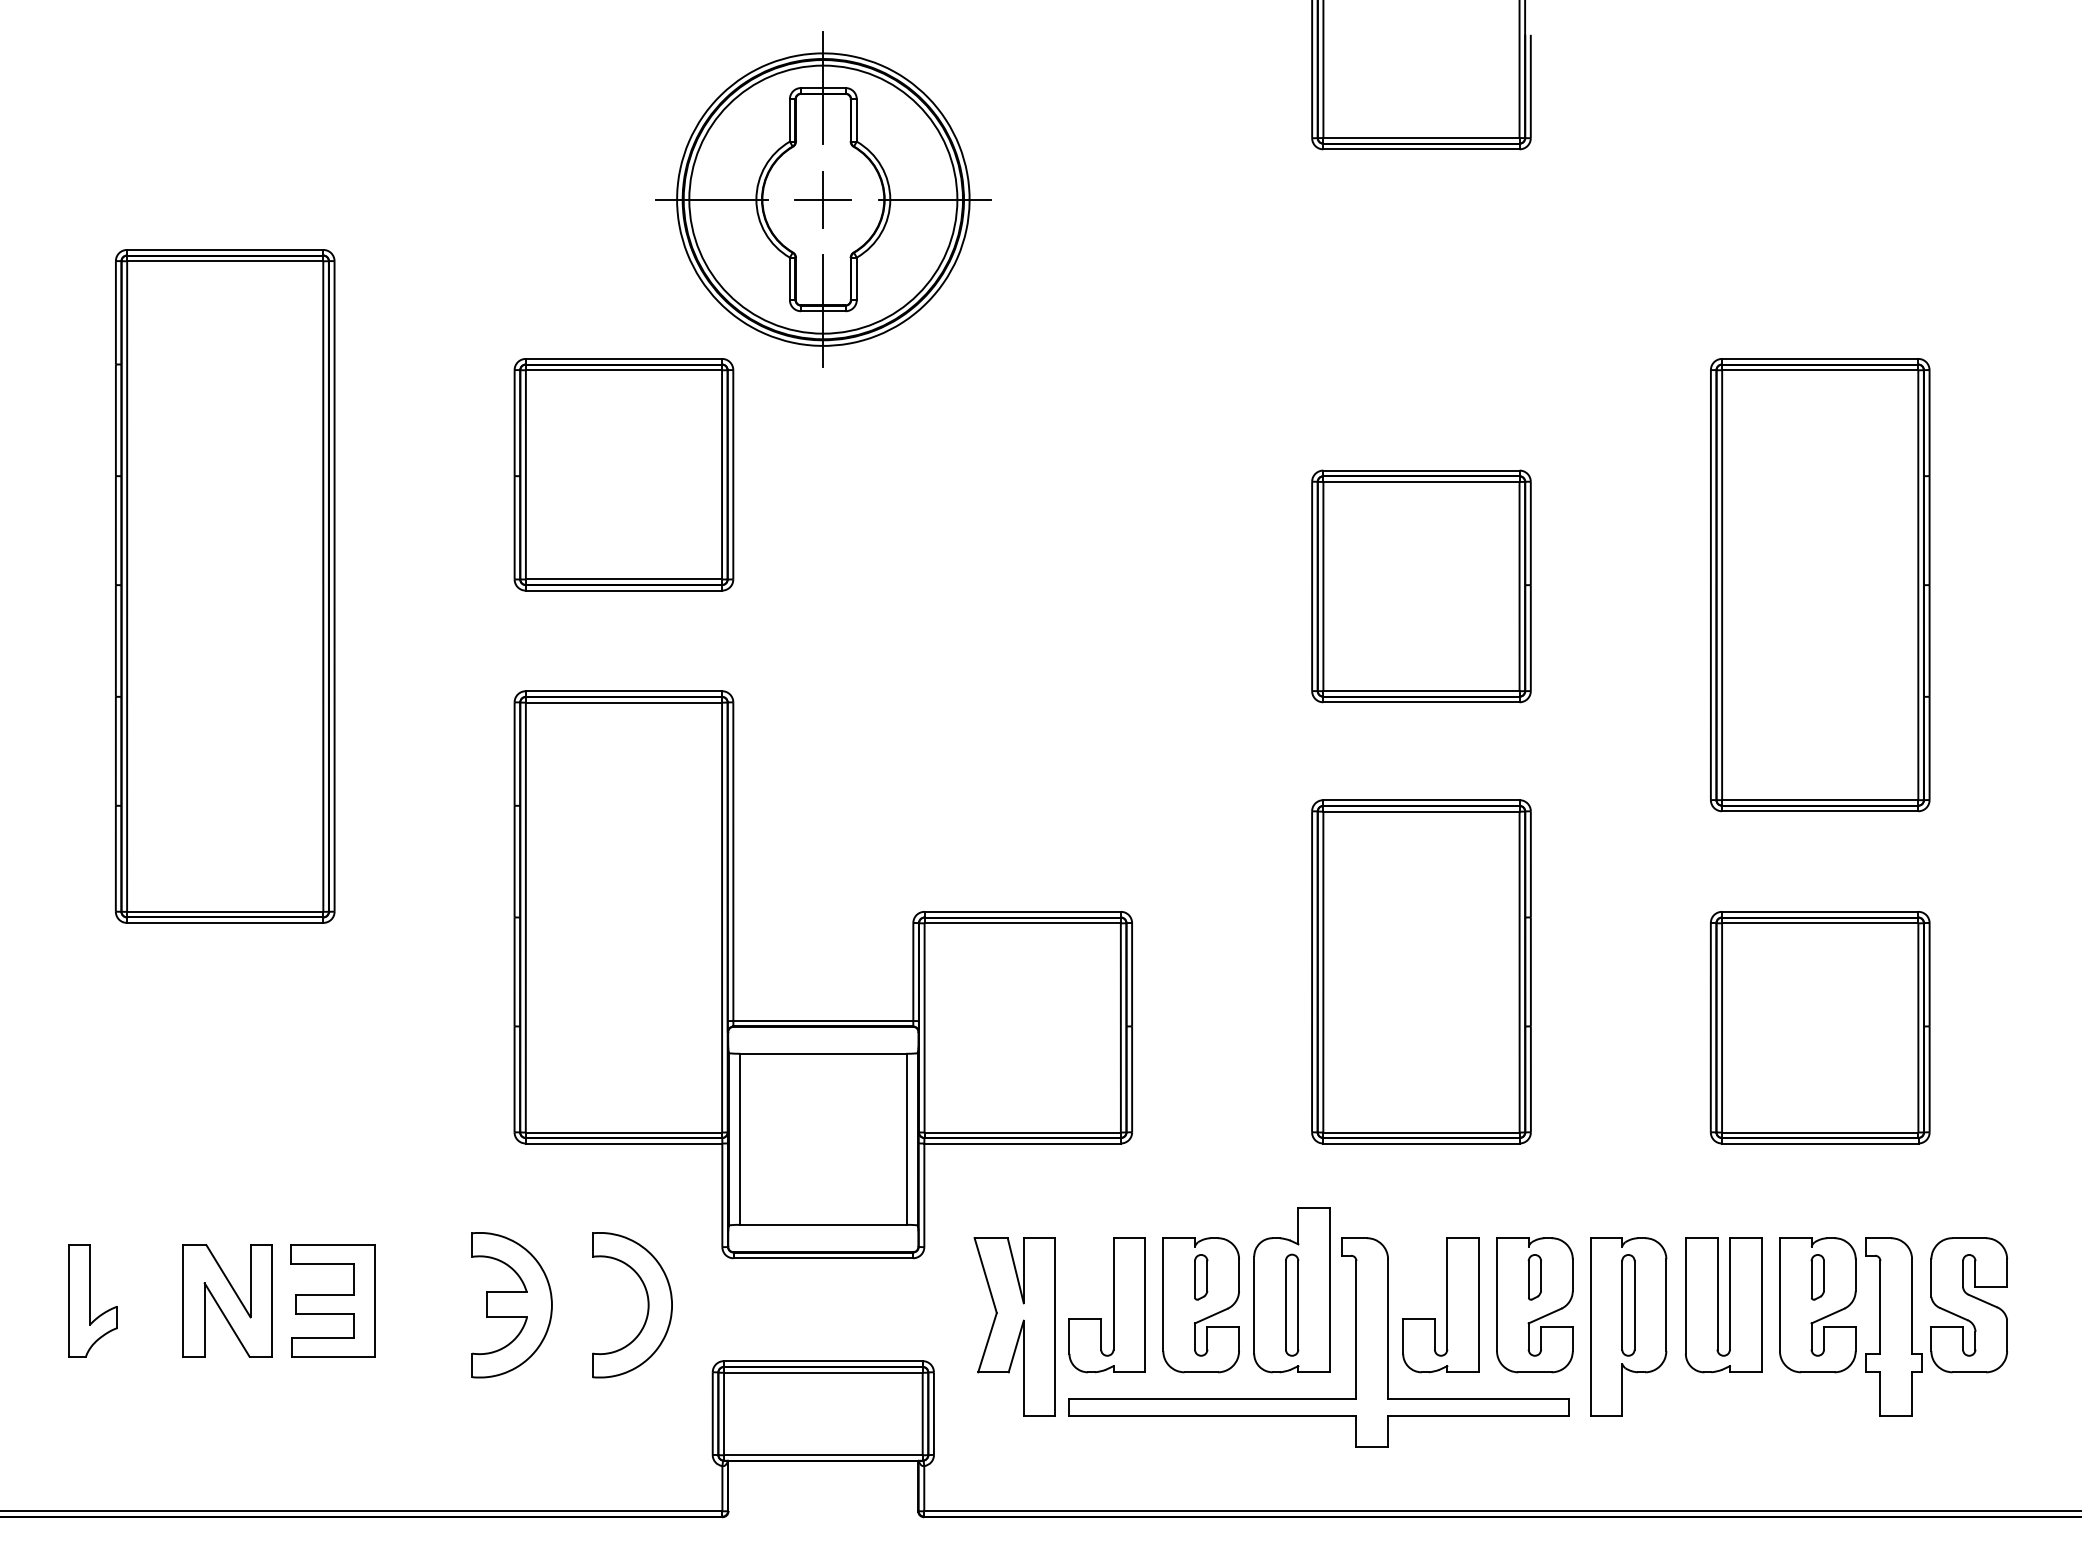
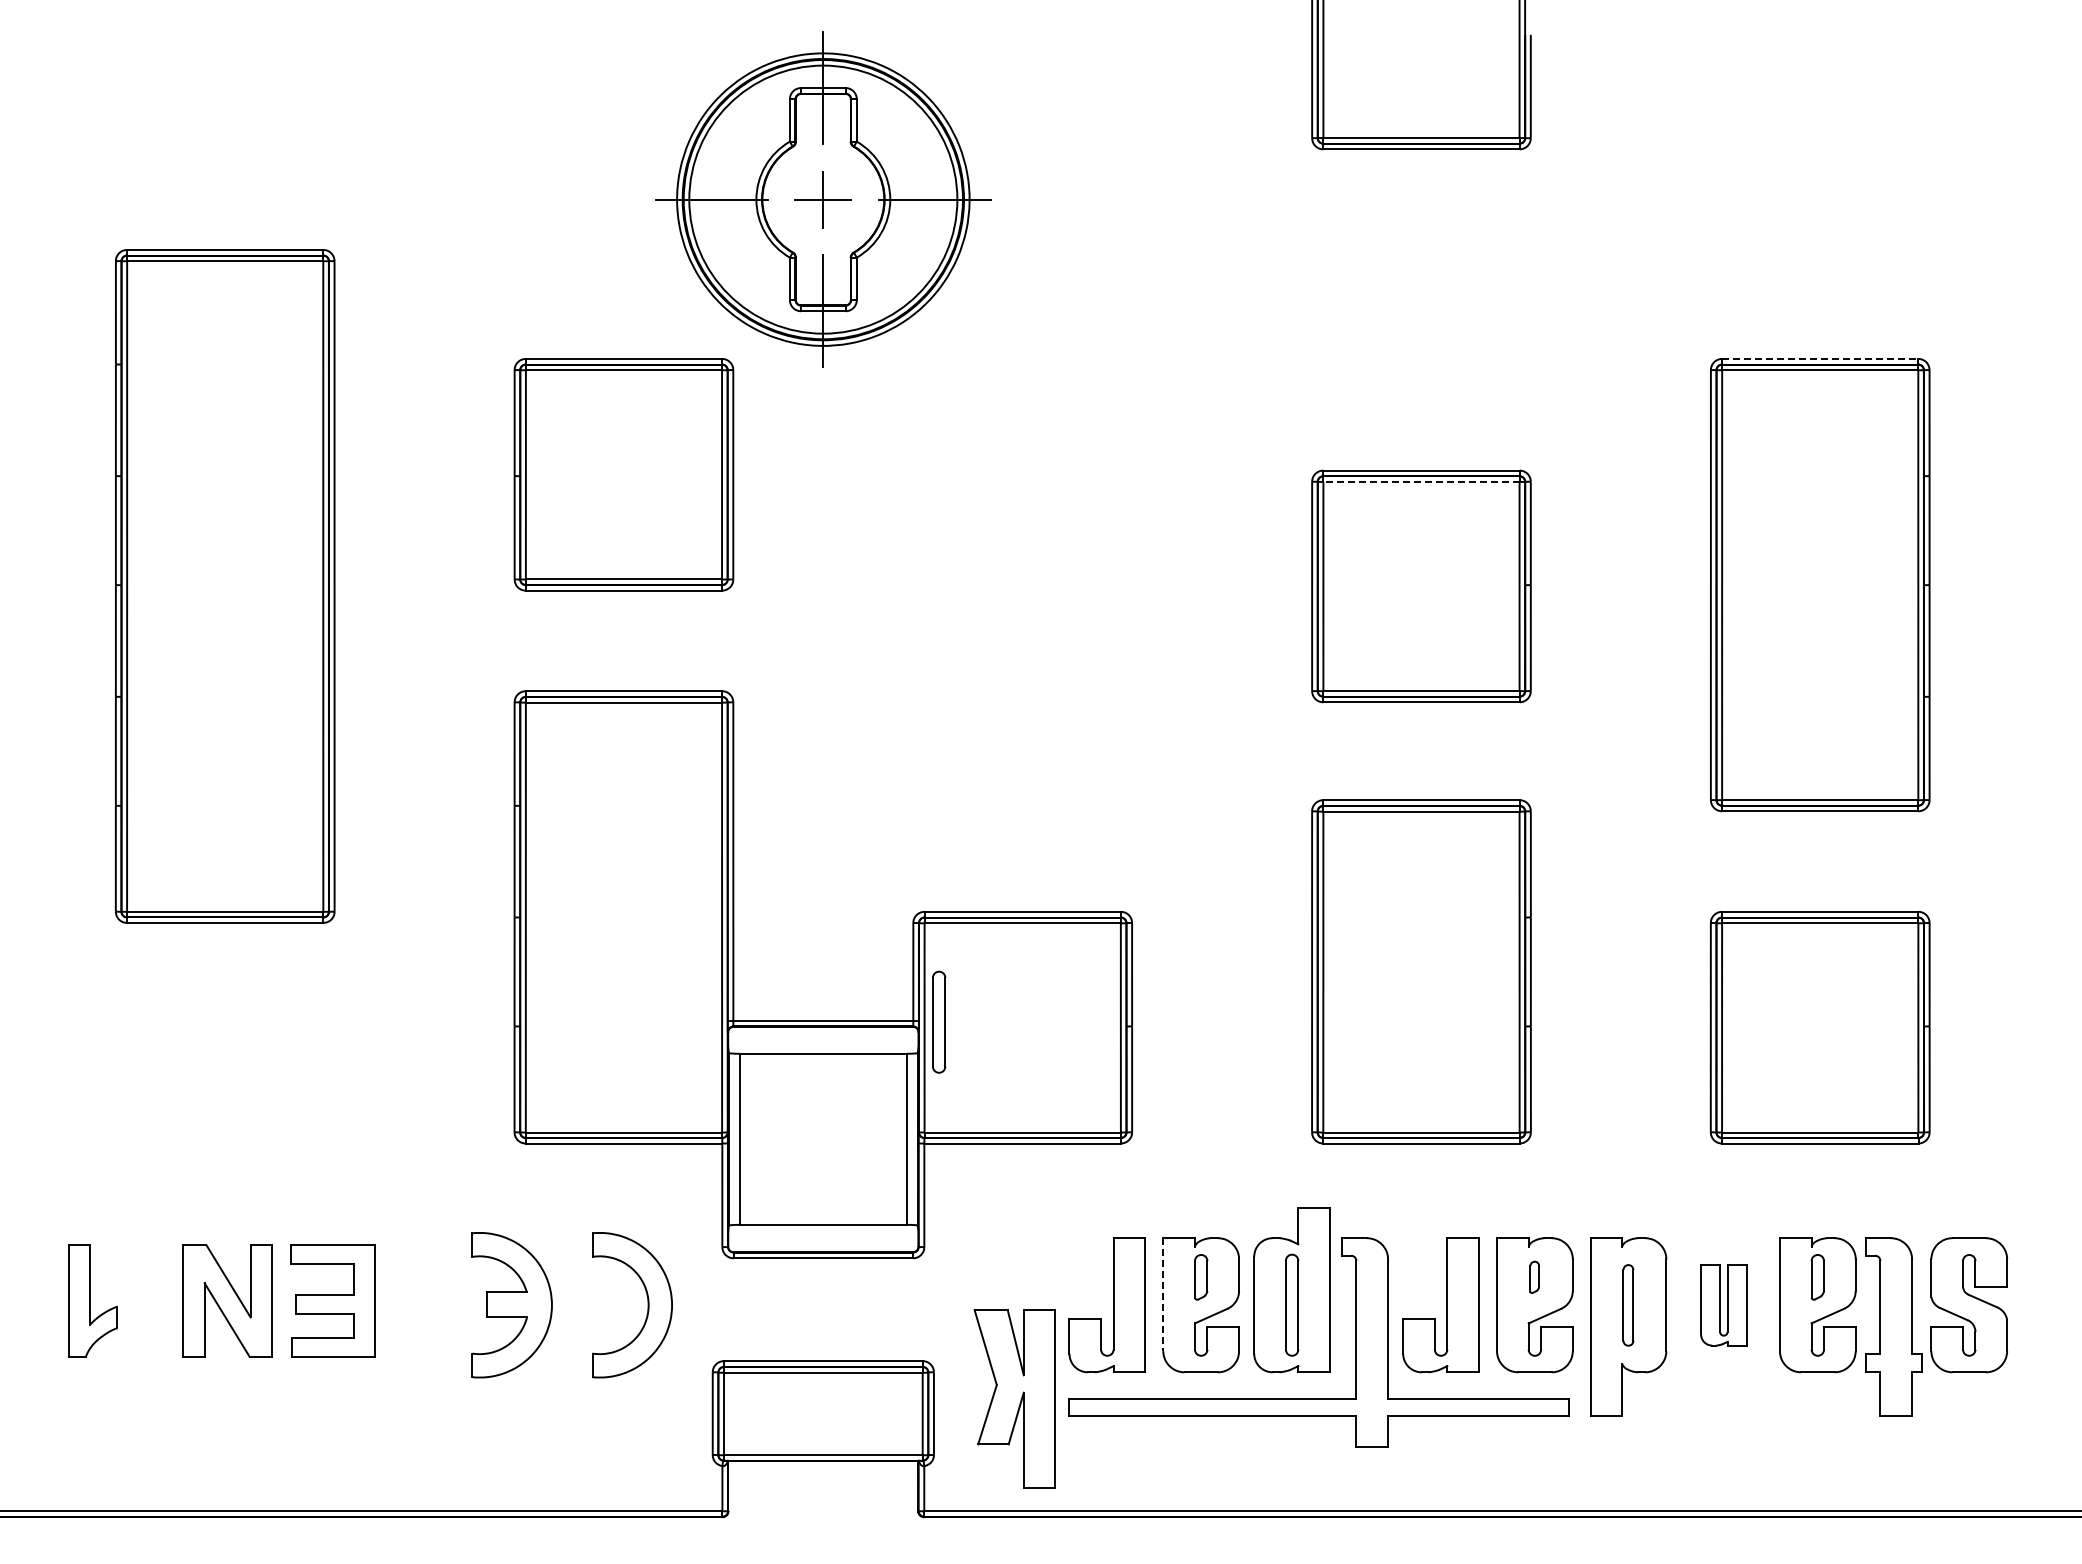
line at (1820, 358): solid -> dashed
line at (1420, 481): solid -> dashed
part at (939, 1021): none -> present
part at (1534, 1277) size: 15x47 px -> 11x34 px
line at (1163, 1295): solid -> dashed
part at (1628, 1305) size: 15x103 px -> 13x83 px
part at (1723, 1305) size: 78x137 px -> 48x83 px
part at (1014, 1326) position: (1014, 1326) -> (1014, 1398)
